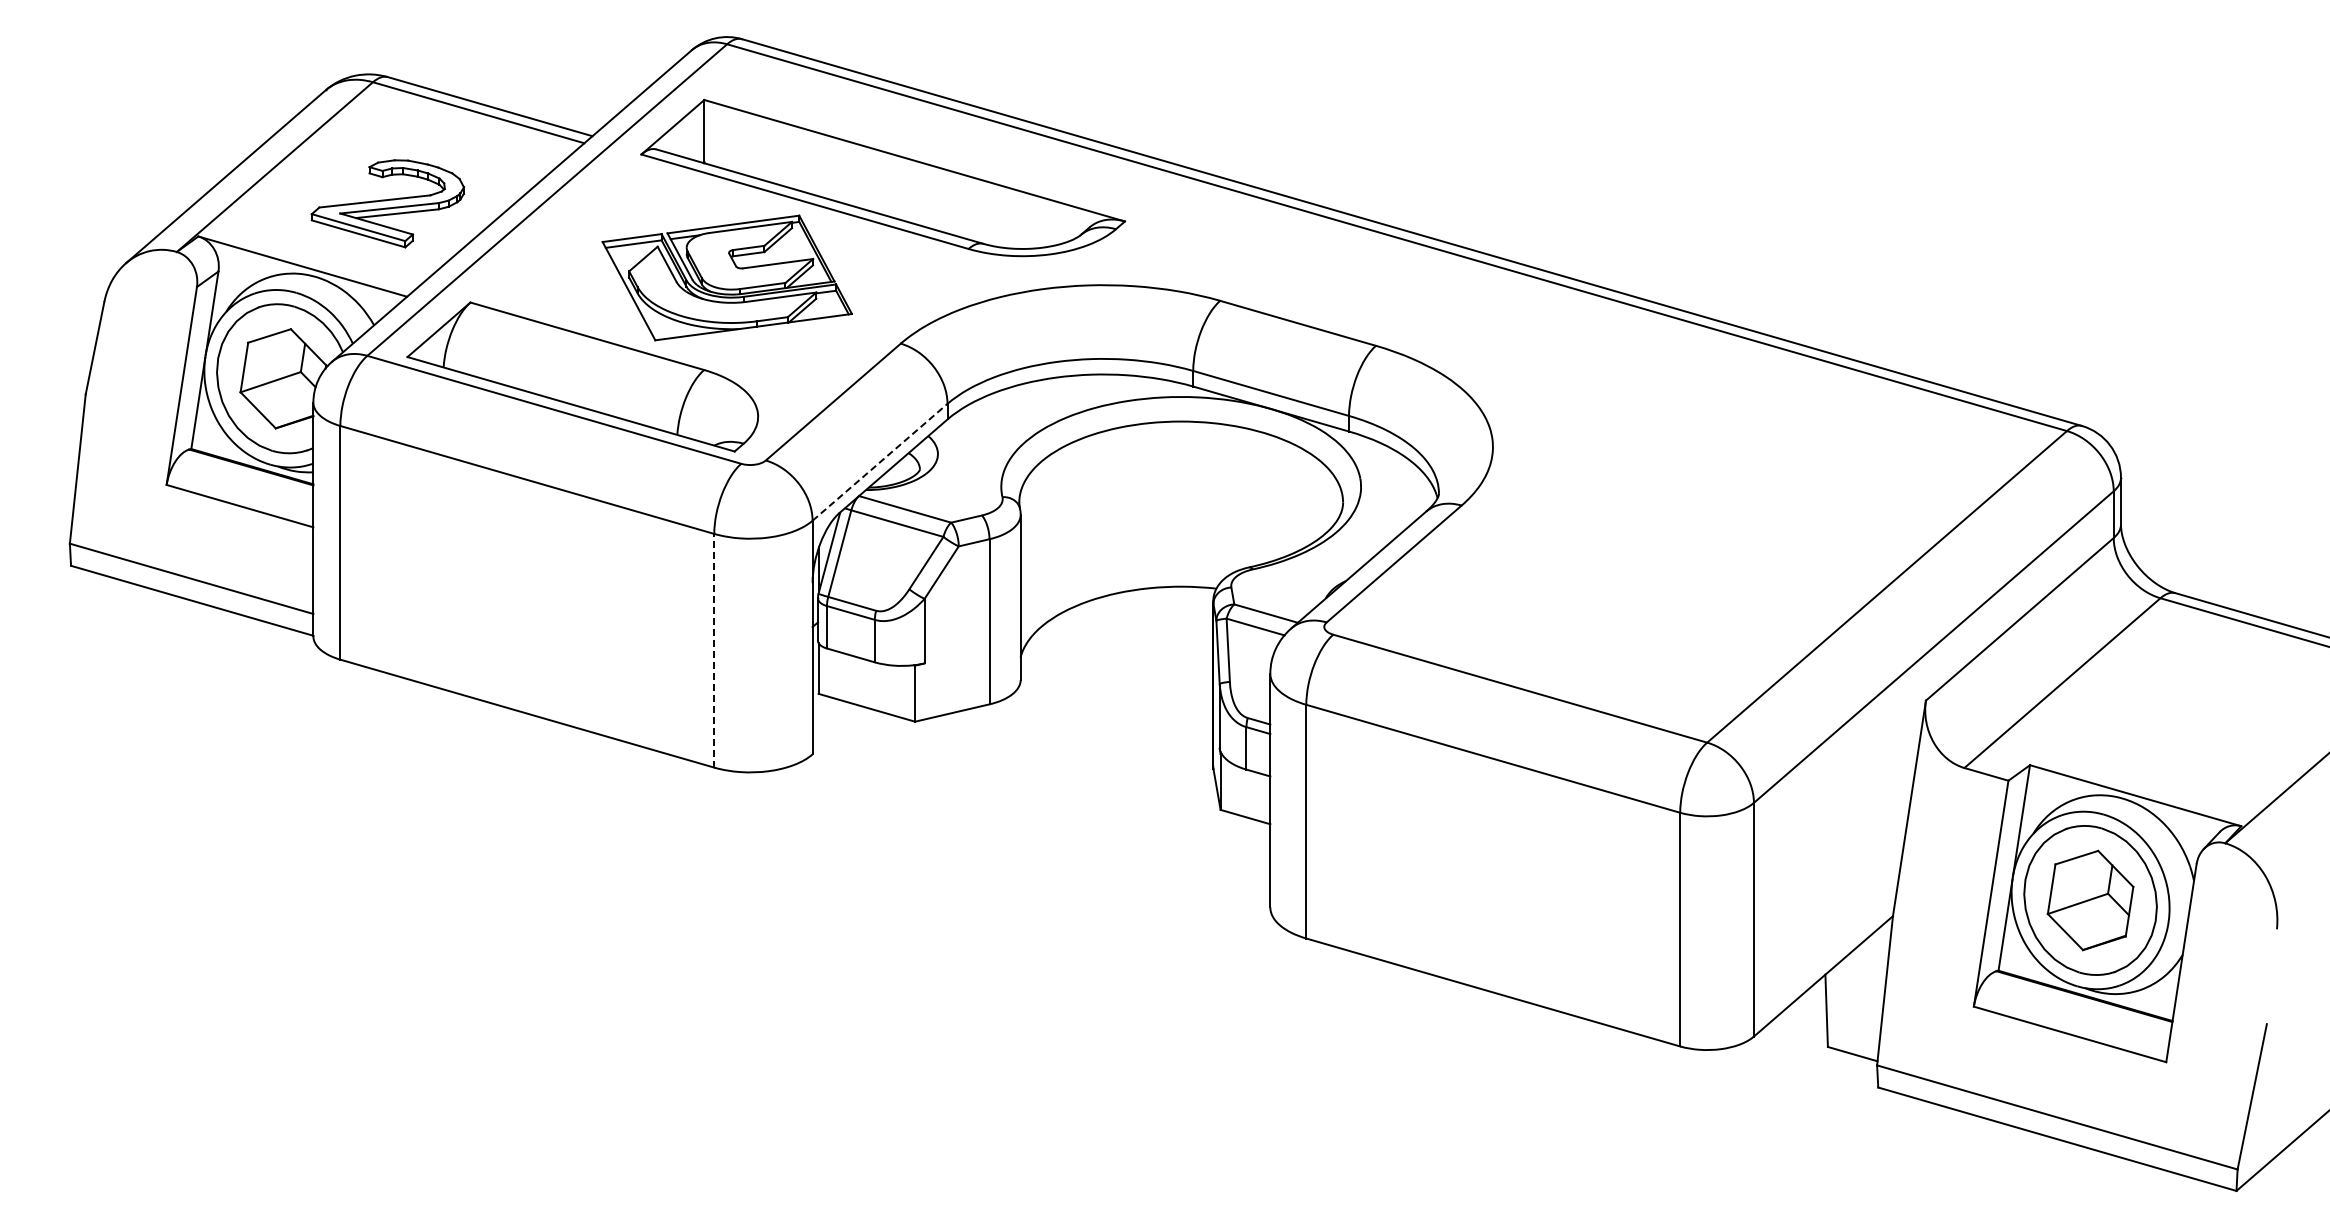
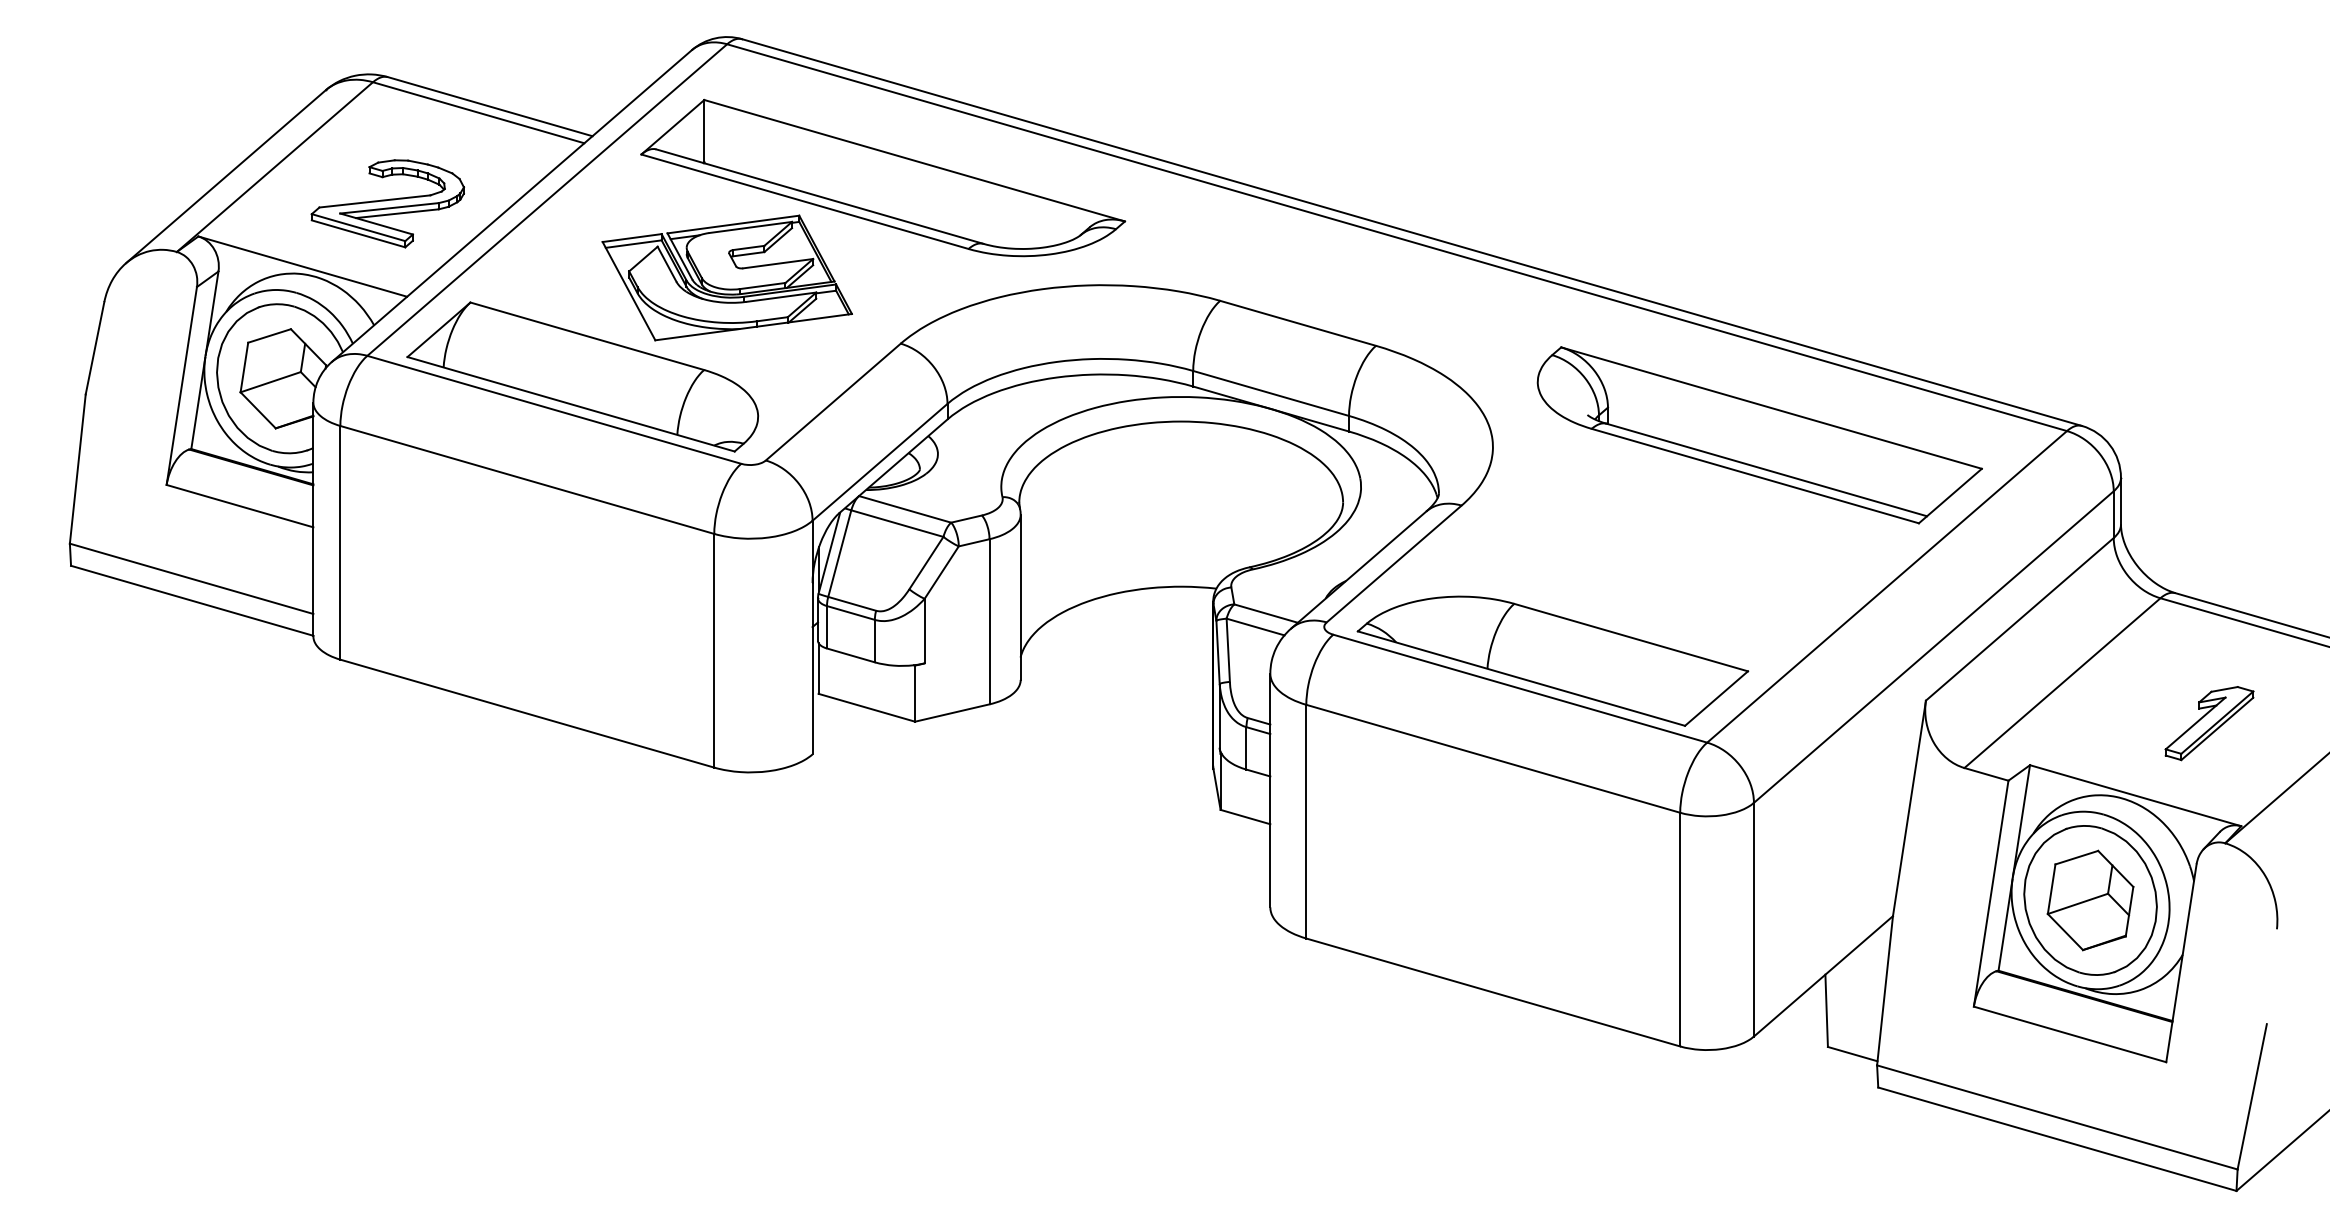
part at (1759, 435): none -> present
line at (880, 462): dashed -> solid
line at (714, 650): dashed -> solid
part at (1552, 660): none -> present
part at (2209, 723): none -> present
